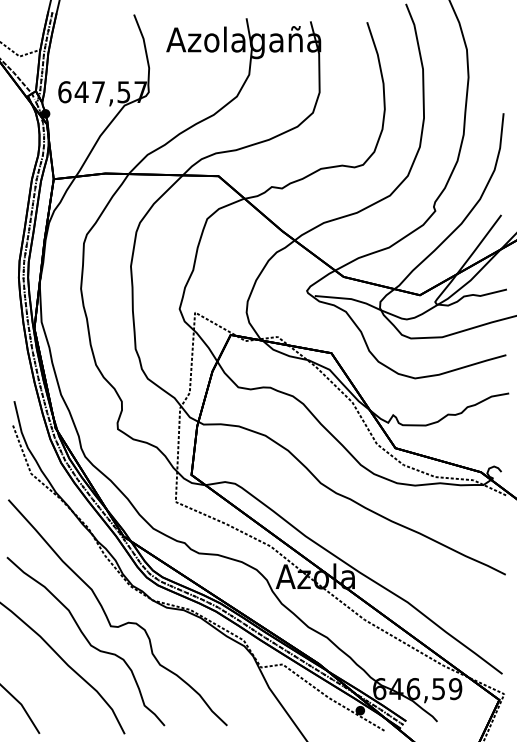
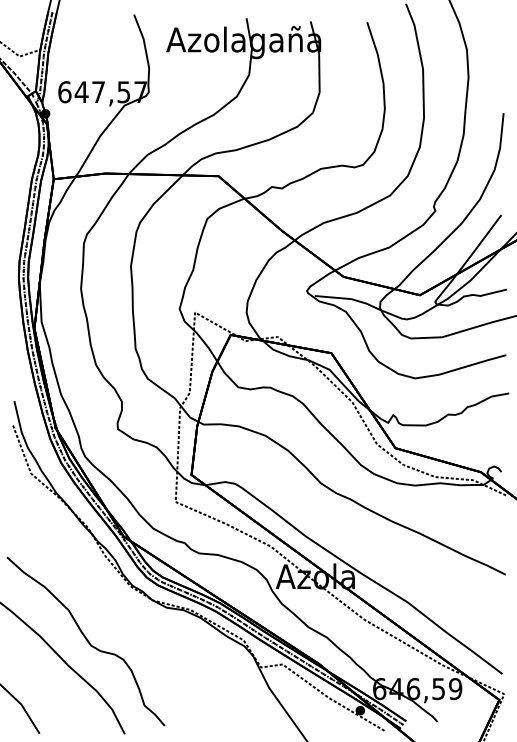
curve at (107, 615): present -> none
